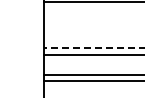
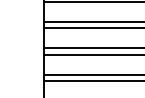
line at (92, 21): none -> present
line at (92, 28): none -> present
line at (93, 48): dashed -> solid
